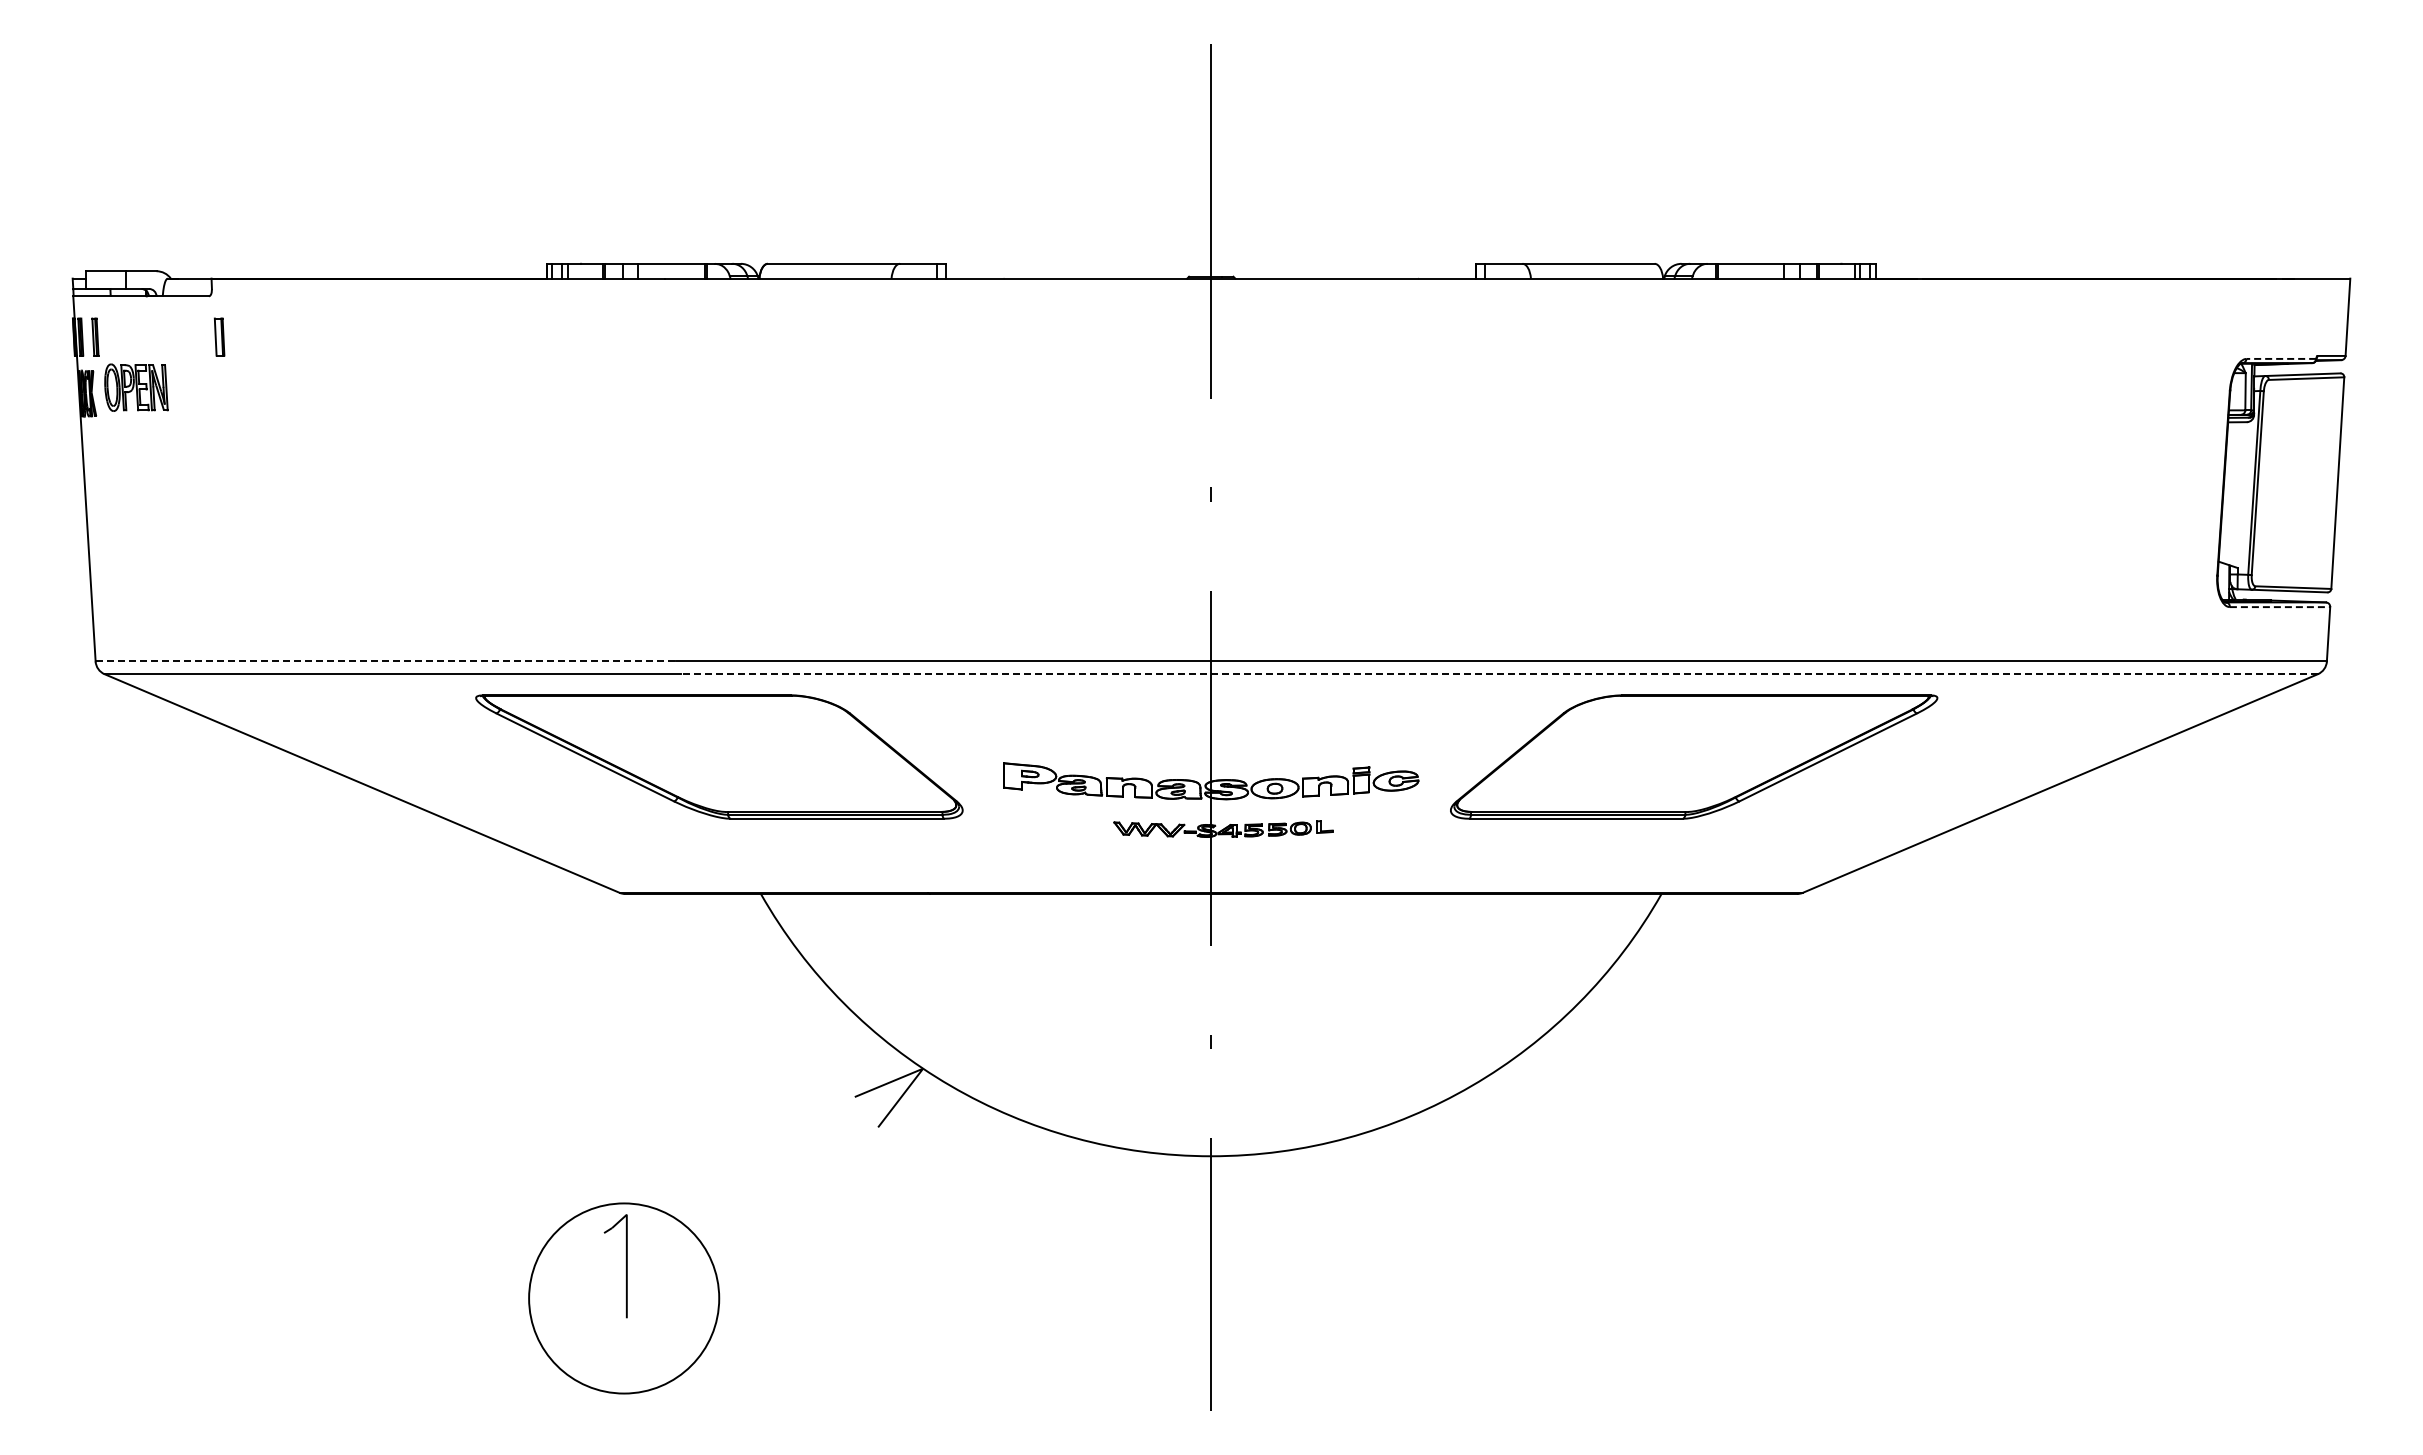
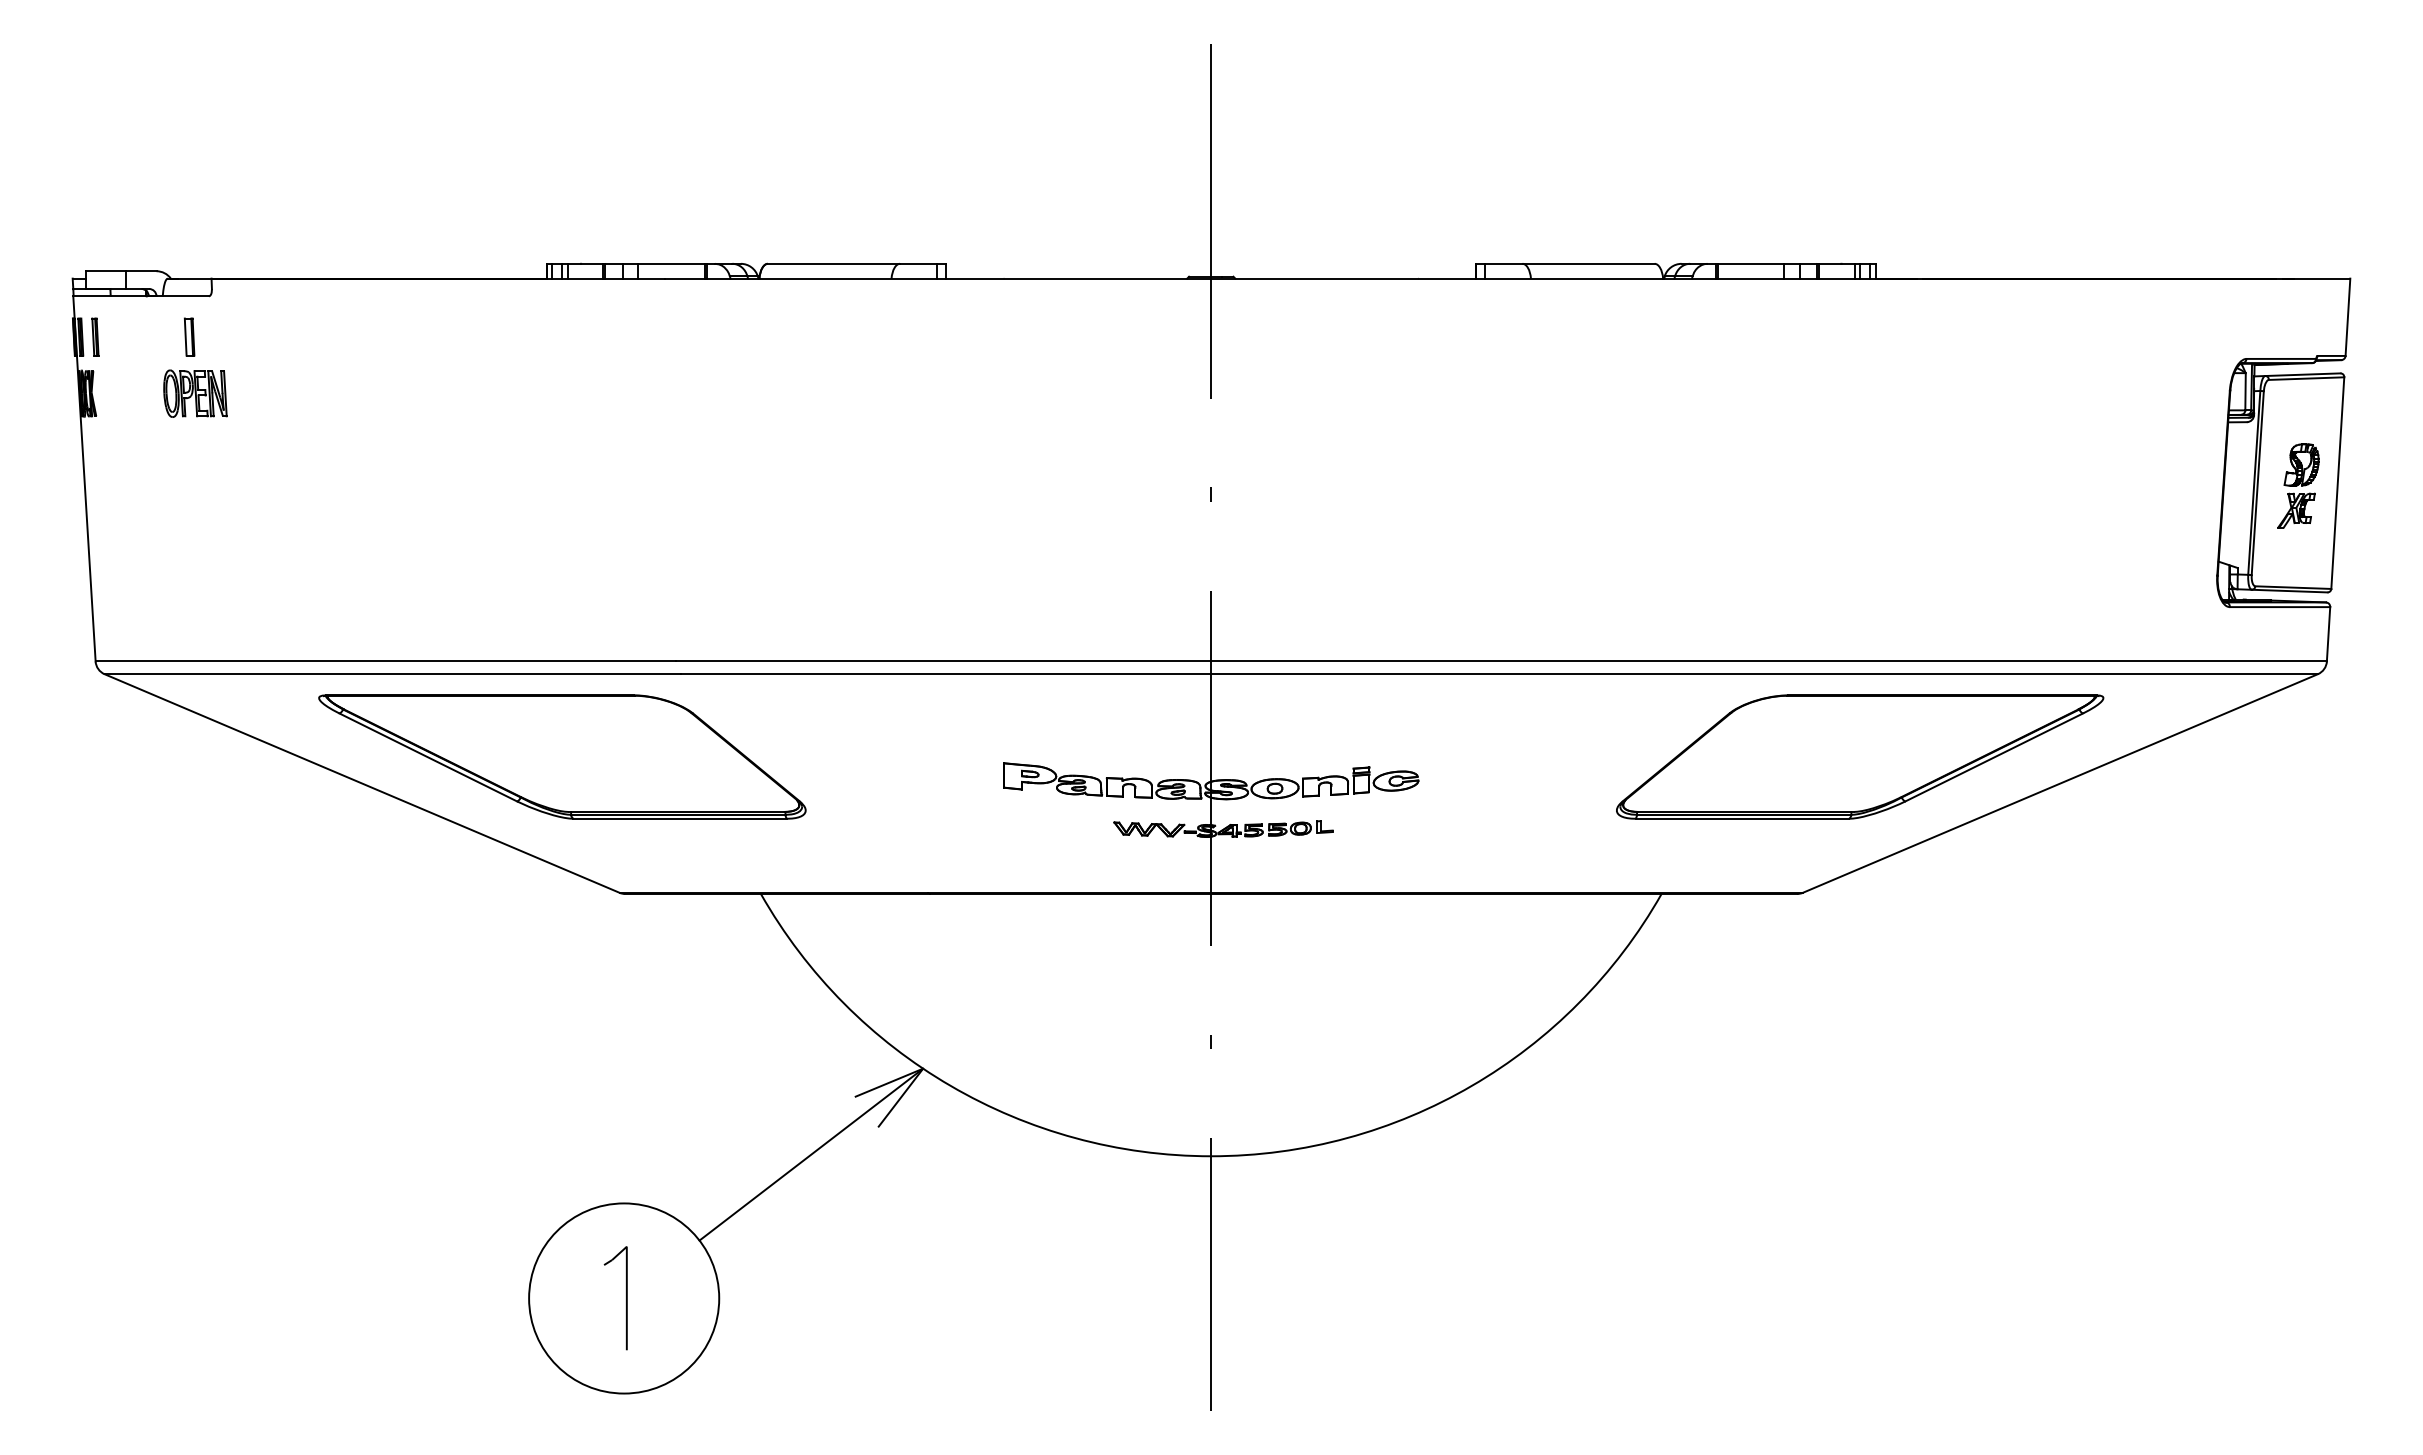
part at (219, 336) position: (219, 336) -> (189, 336)
line at (2281, 358): dashed -> solid
part at (136, 387) position: (136, 387) -> (195, 393)
part at (2298, 485): none -> present
line at (2280, 607): dashed -> solid
line at (386, 661): dashed -> solid
line at (1499, 674): dashed -> solid
part at (719, 756) position: (719, 756) -> (562, 756)
part at (1694, 756) position: (1694, 756) -> (1860, 756)
line at (811, 1154): none -> present
part at (626, 1266) position: (626, 1266) -> (626, 1298)
